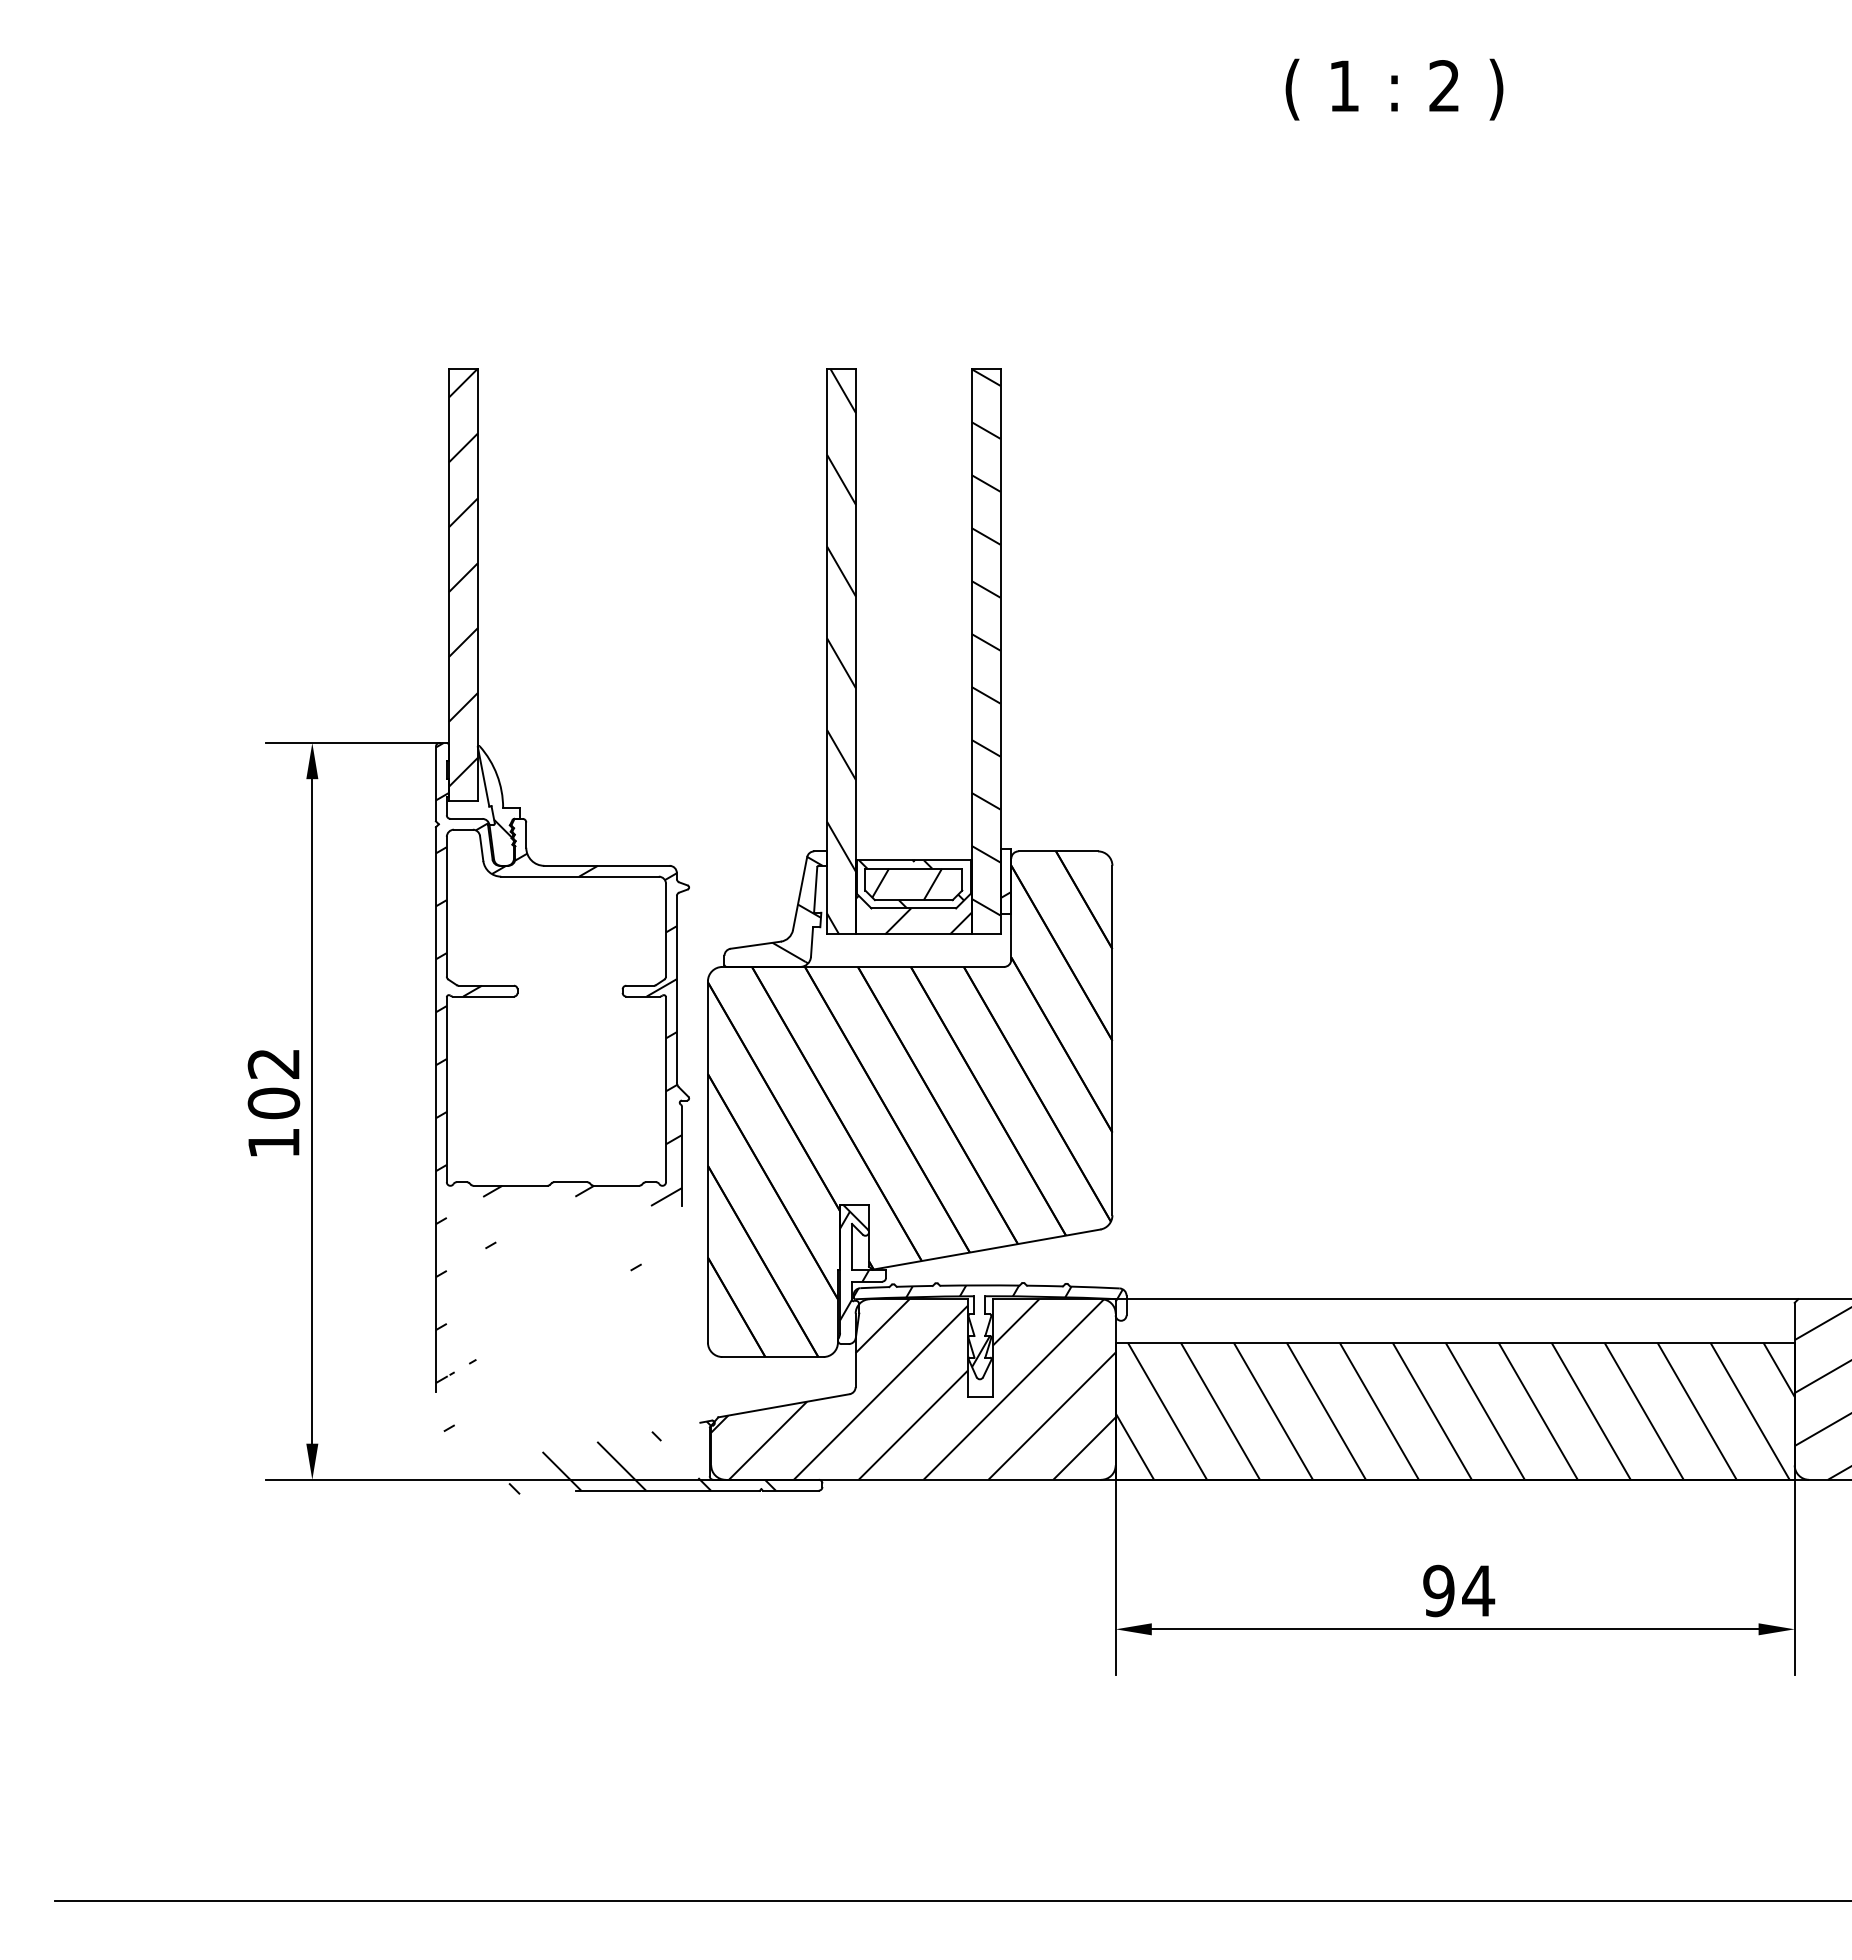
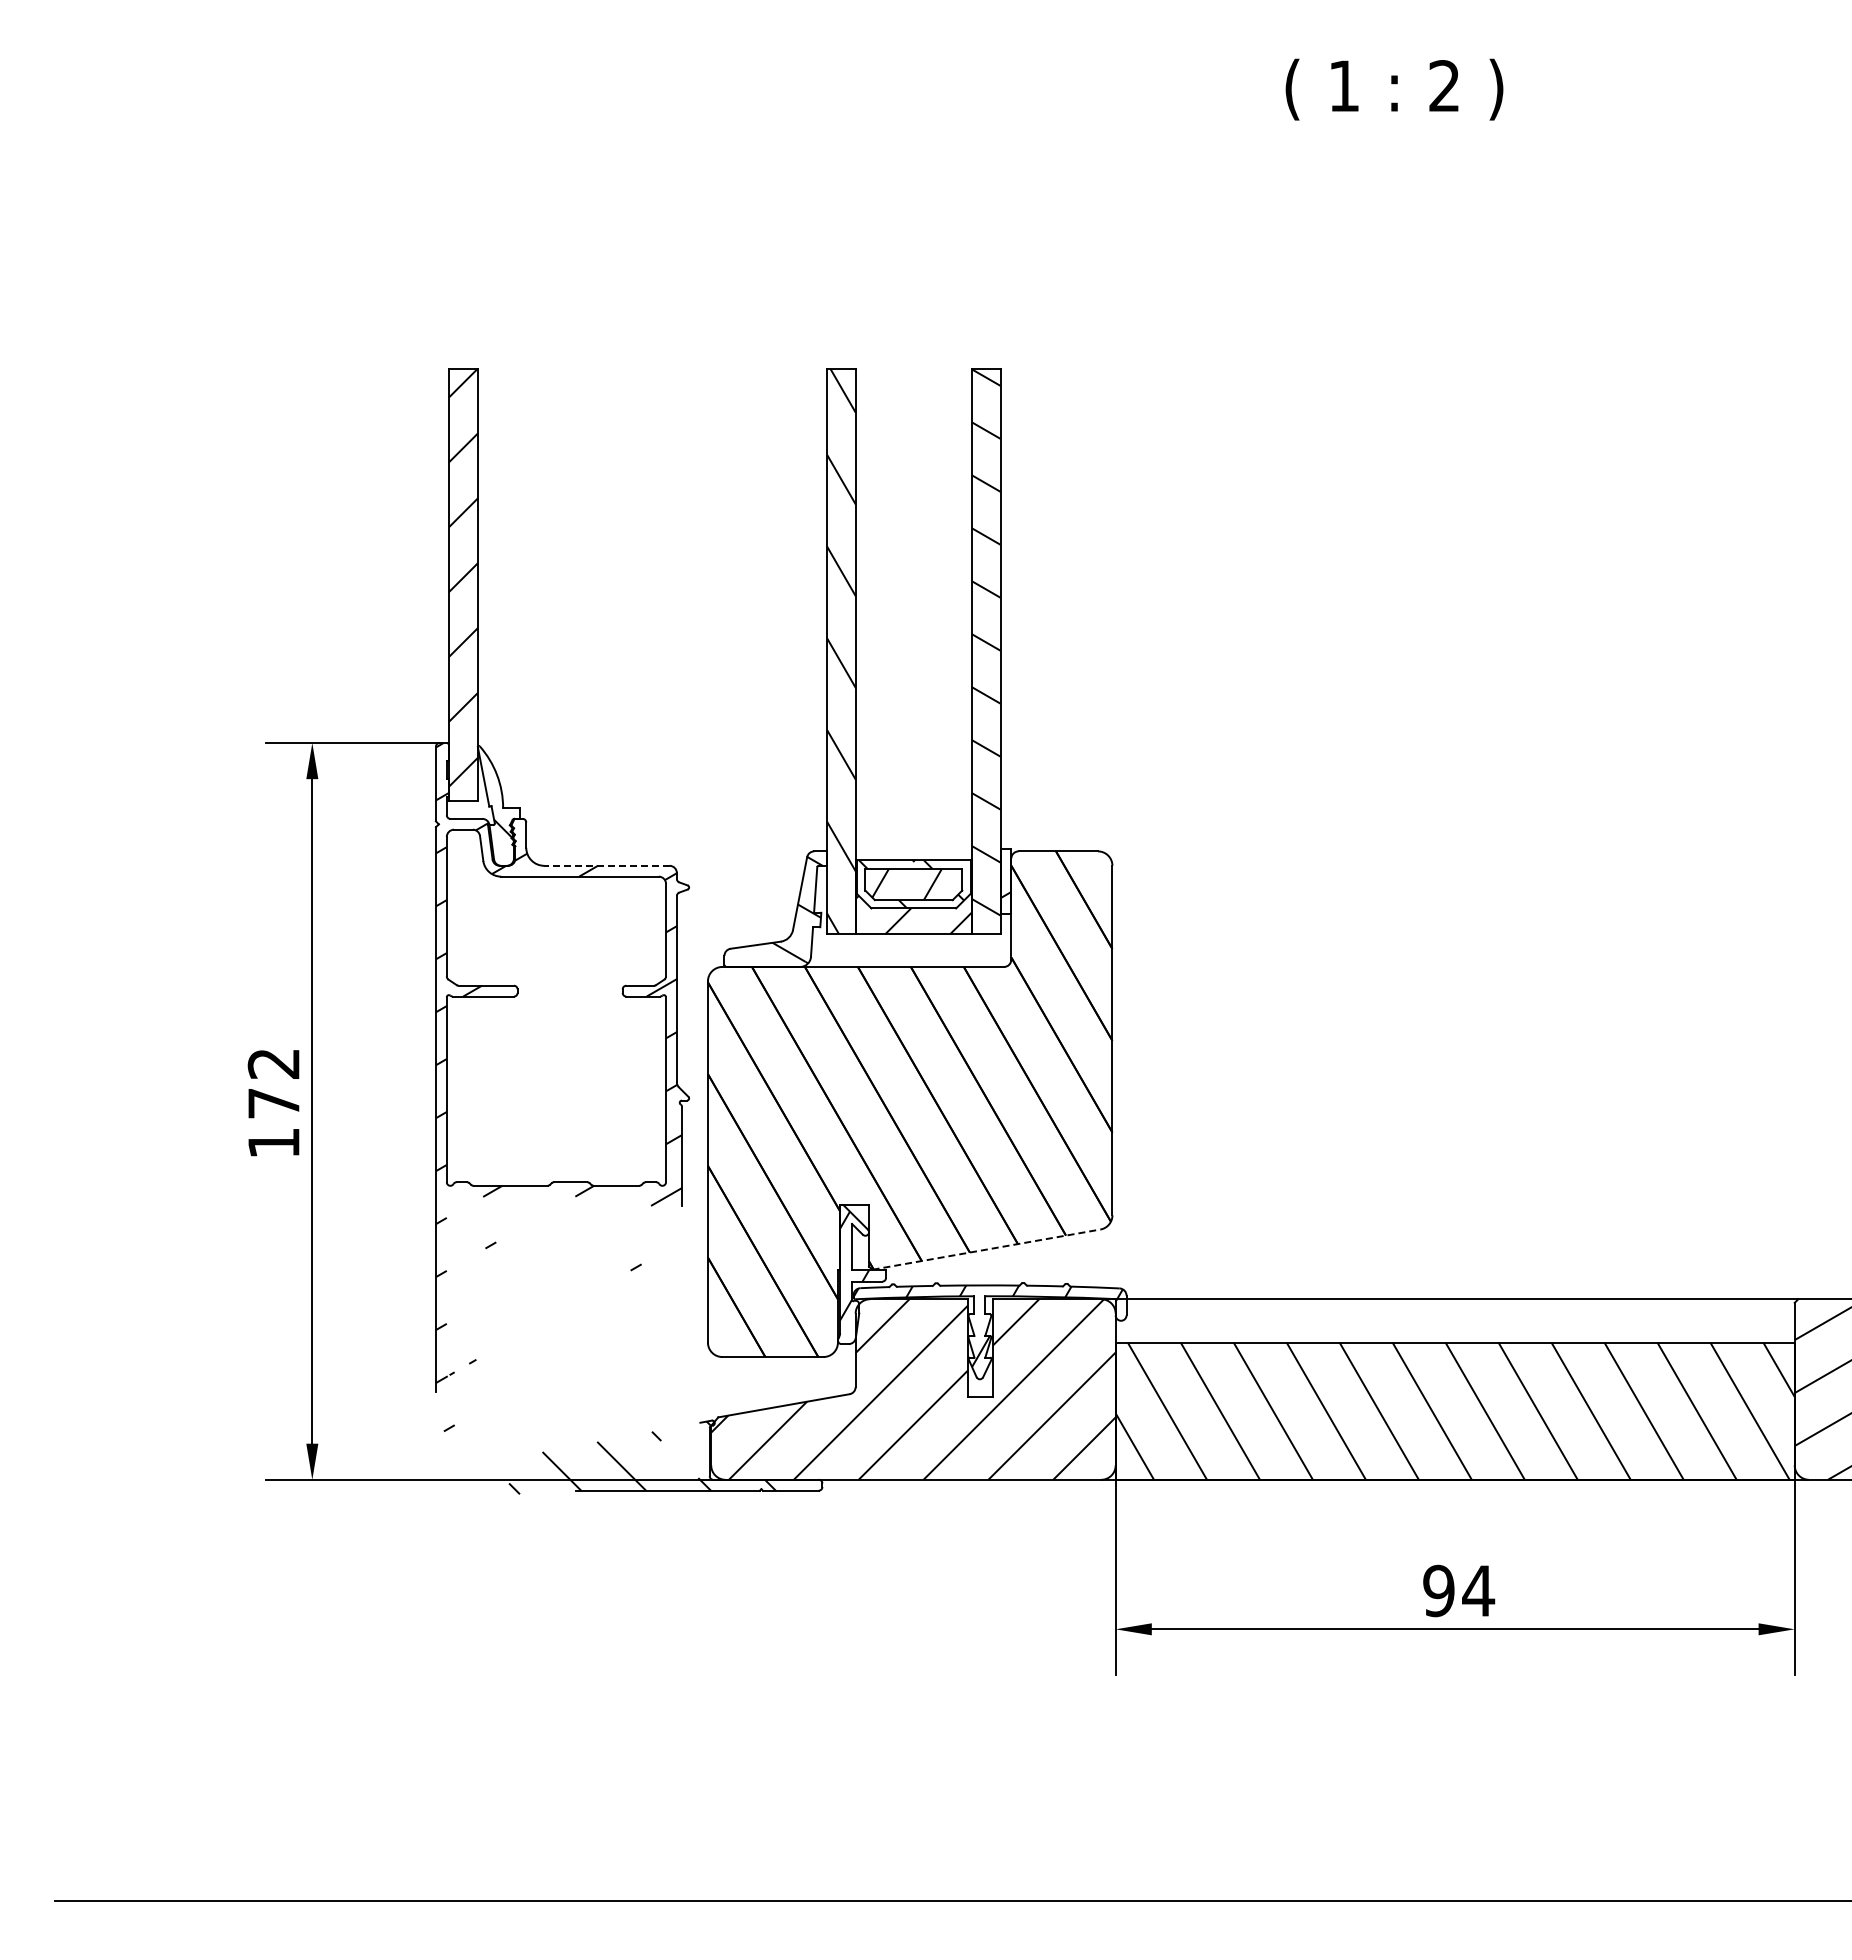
line at (606, 865): solid -> dashed
text at (273, 1103): 102 -> 172
line at (986, 1249): solid -> dashed
